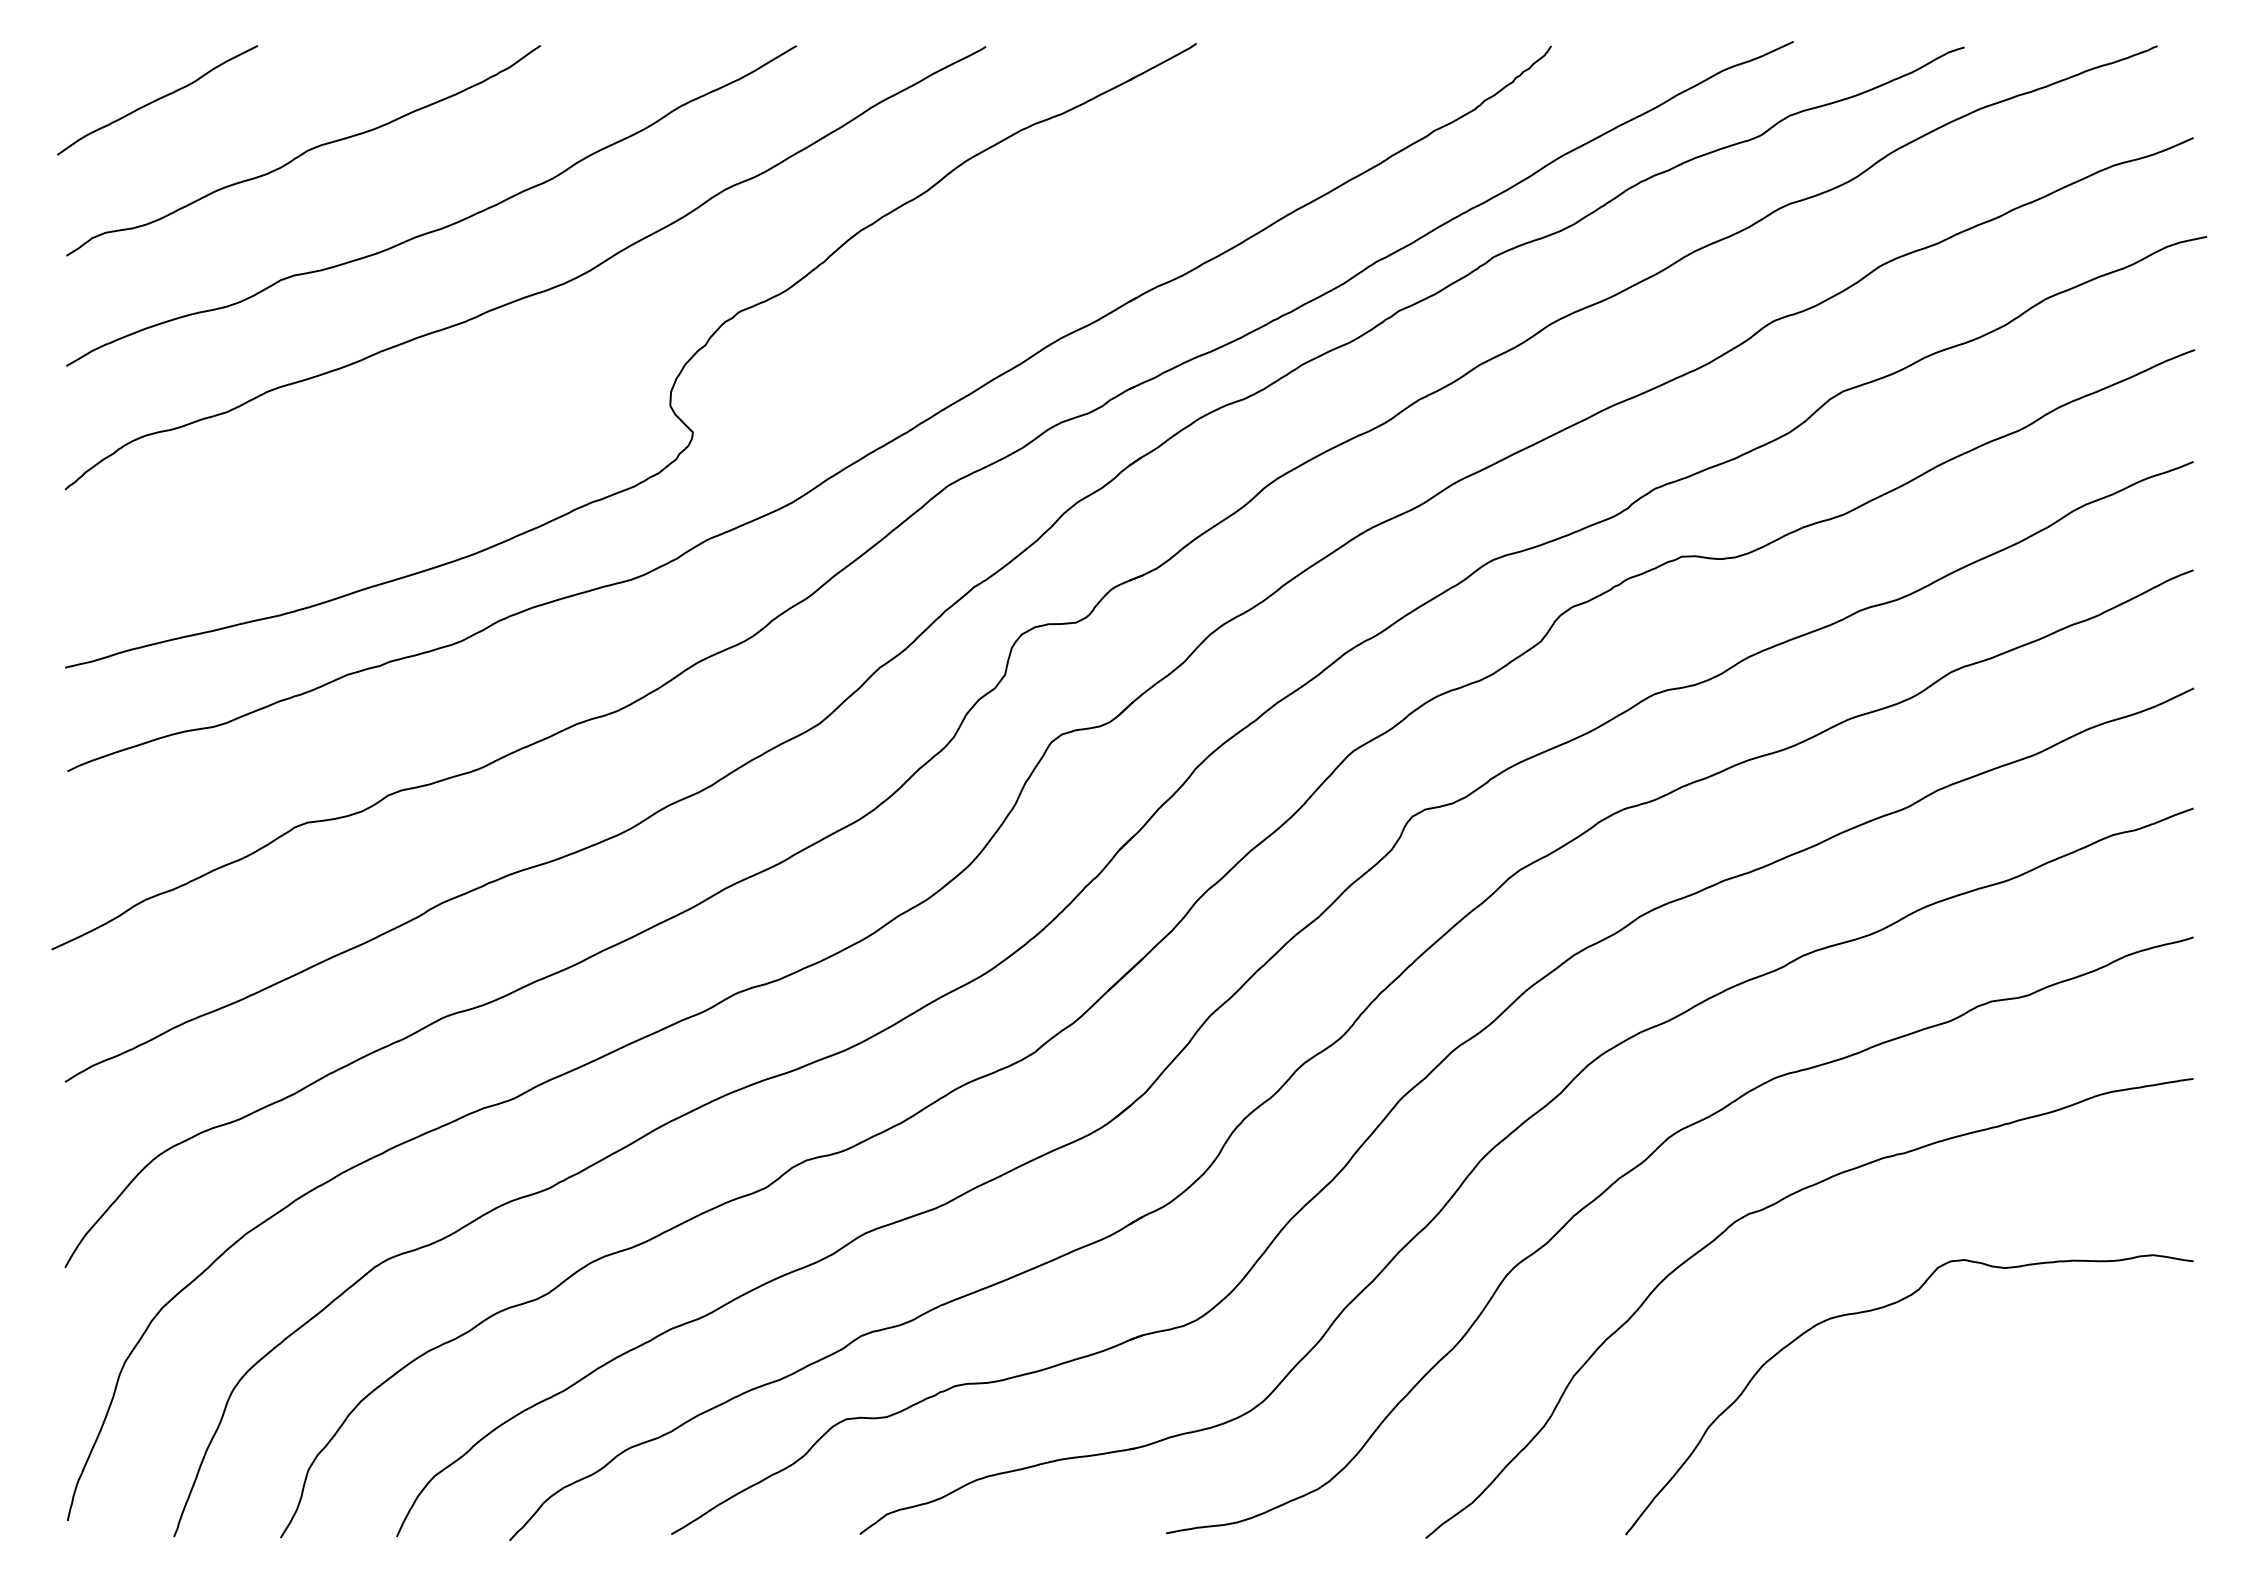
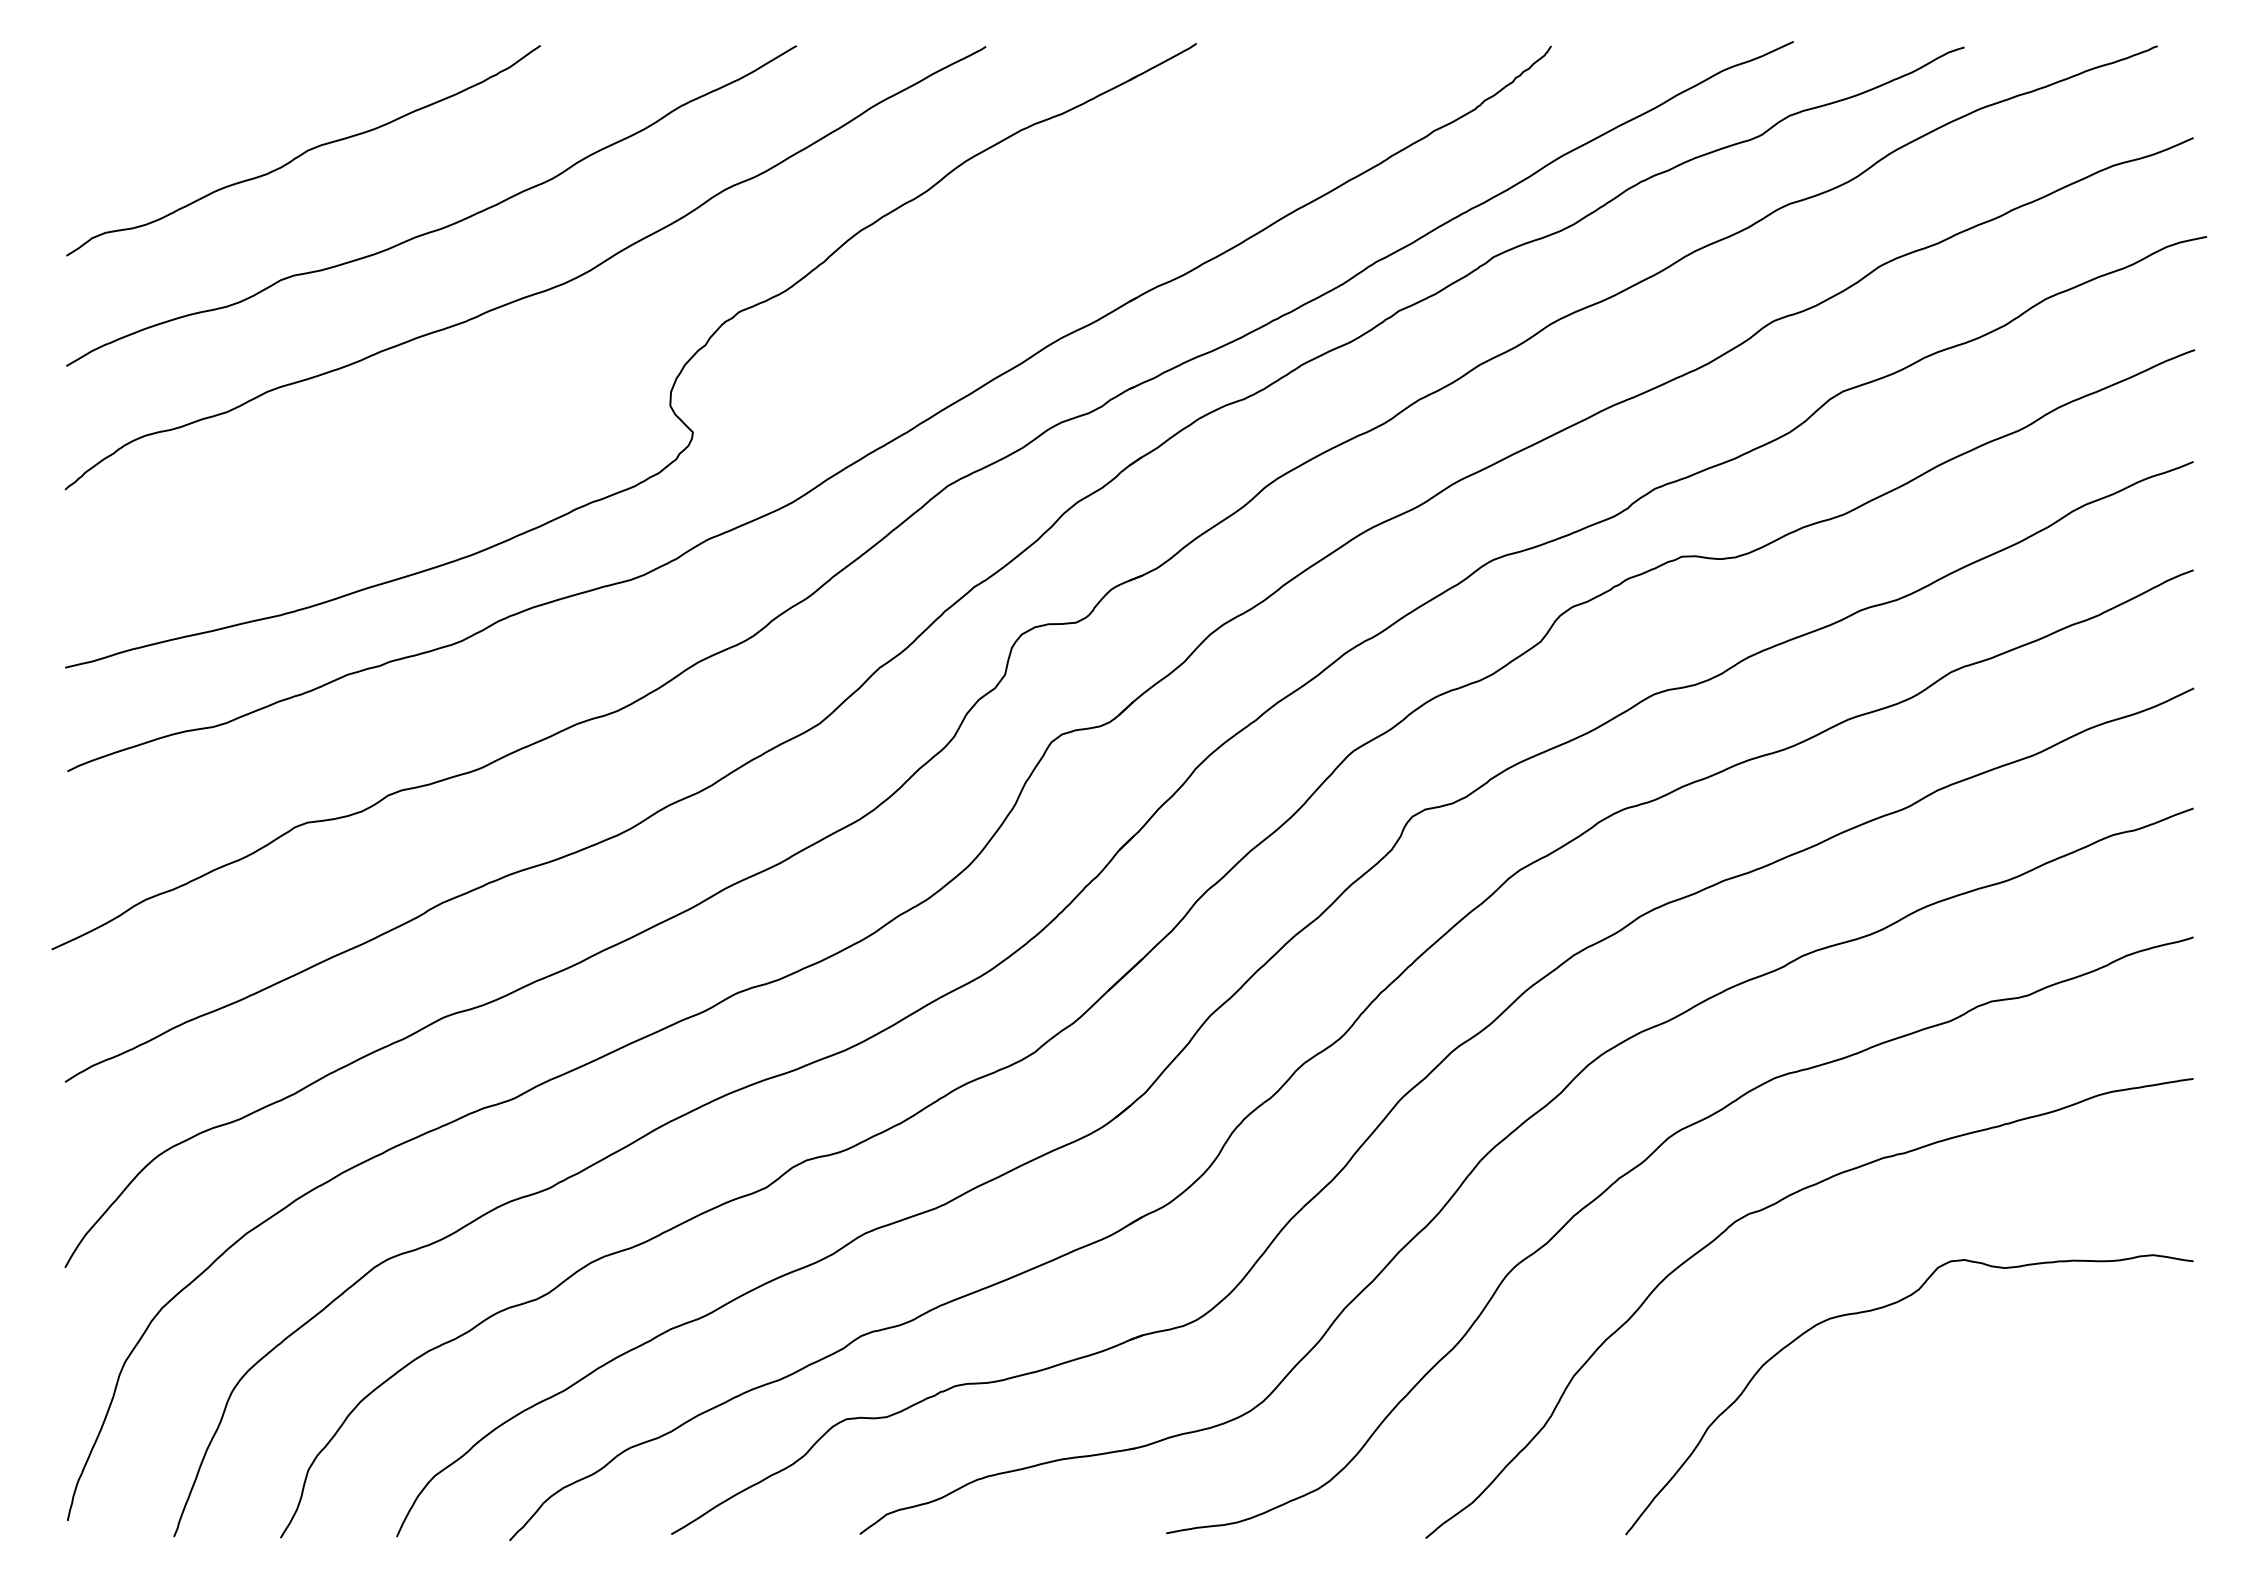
curve at (157, 100): present -> none
